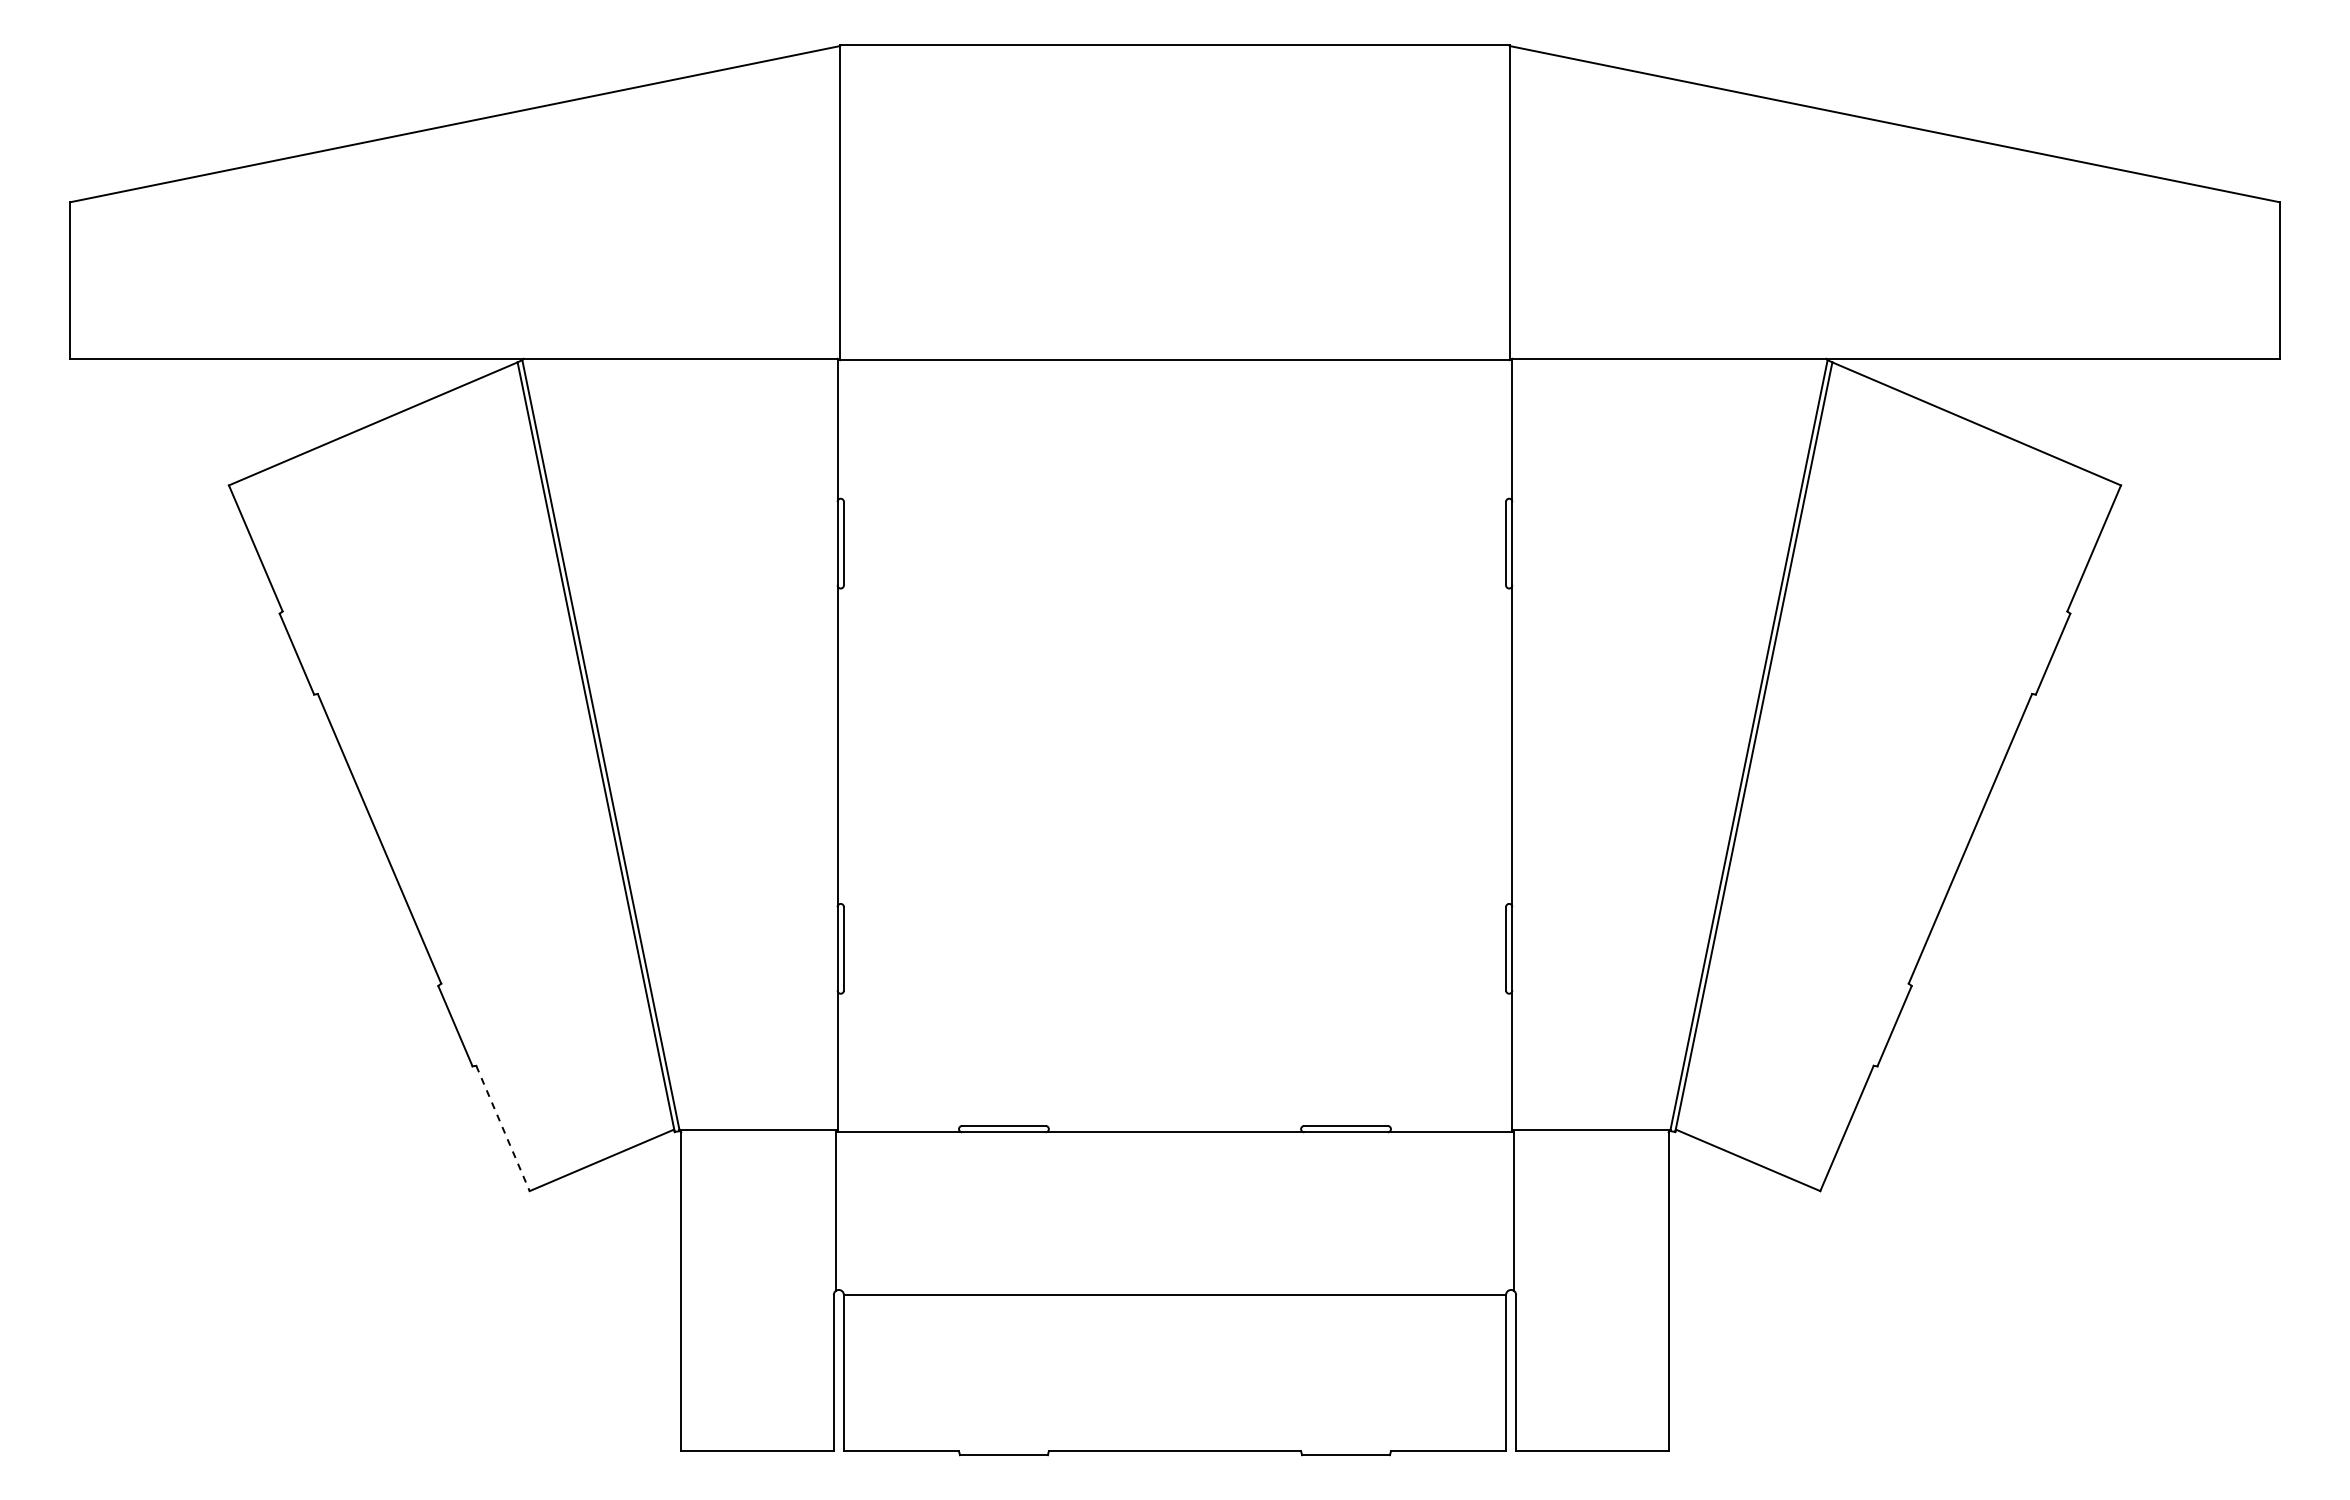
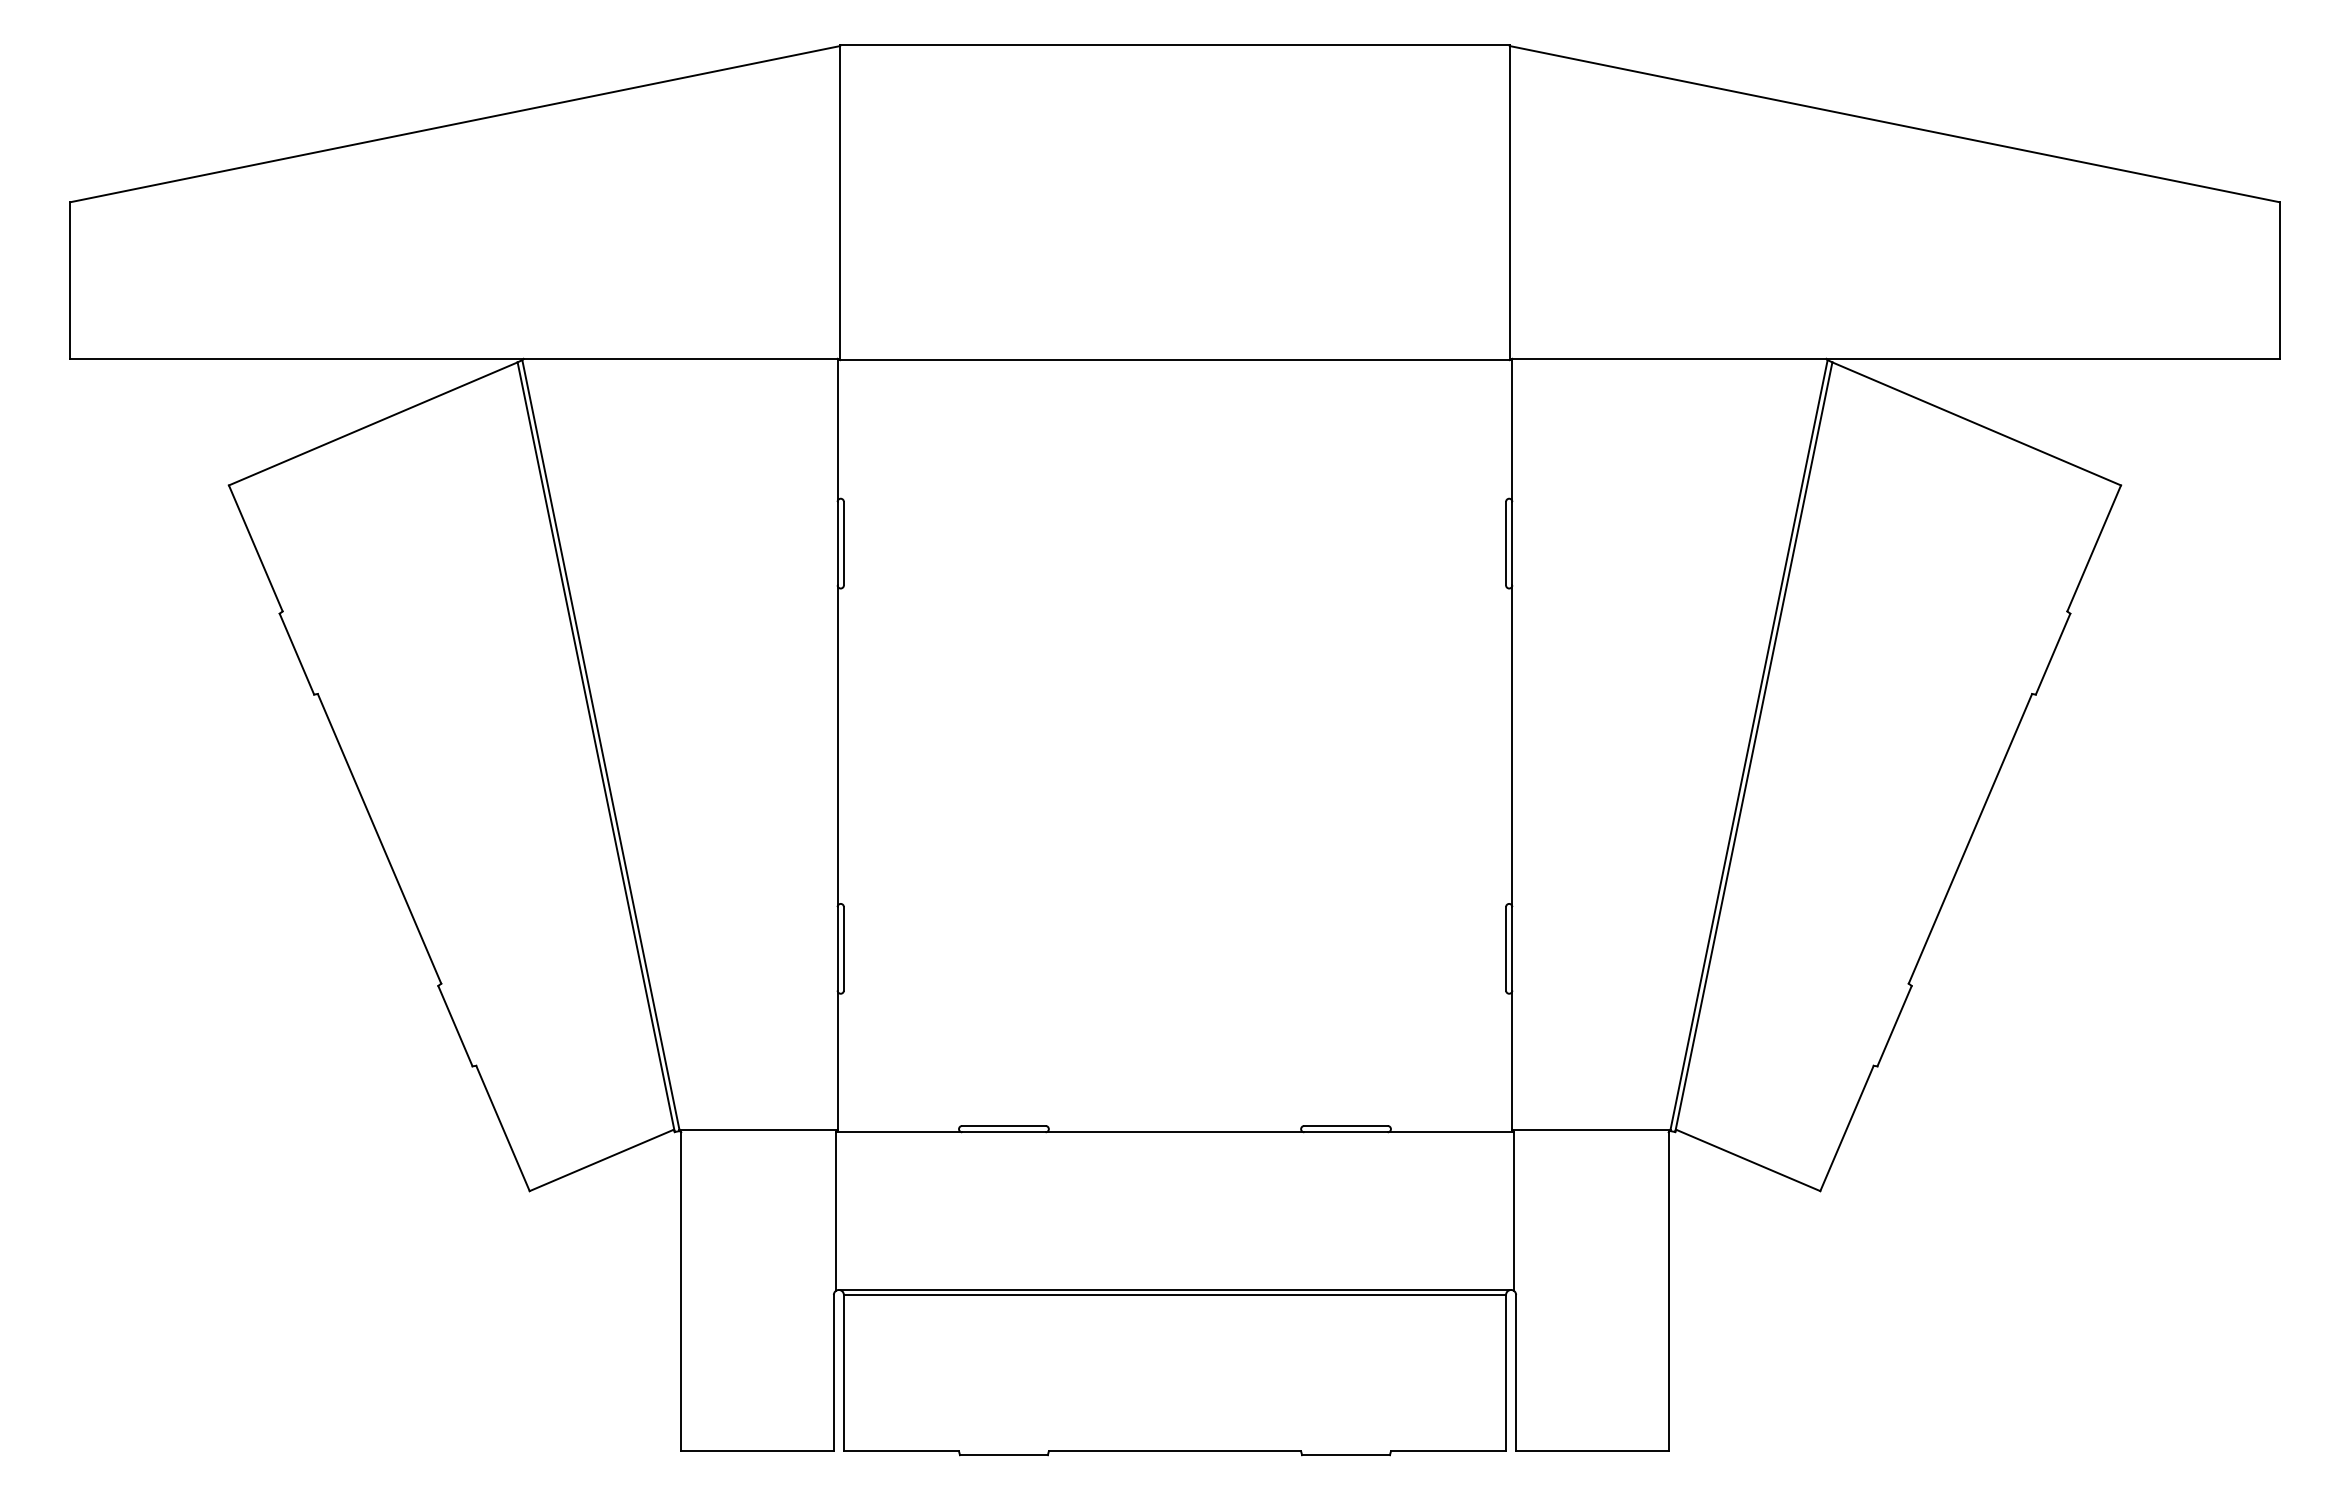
line at (503, 1128): dashed -> solid
line at (1174, 1289): none -> present
